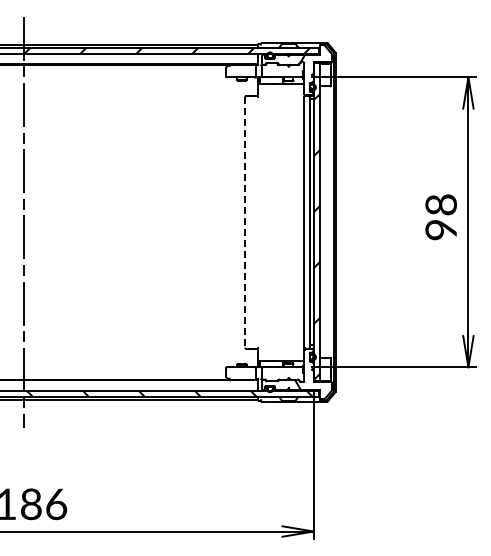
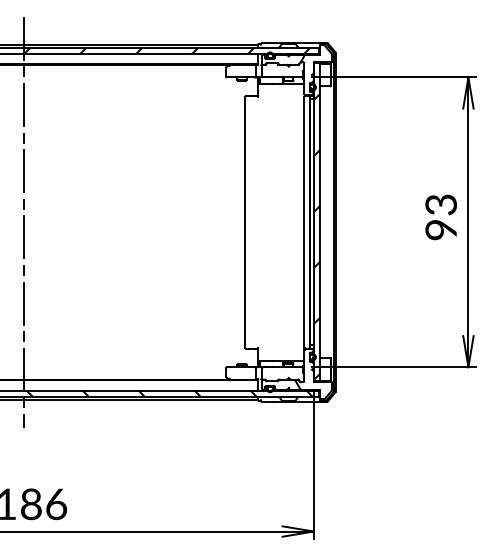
text at (440, 204): 98 -> 93
line at (245, 222): dashed -> solid
